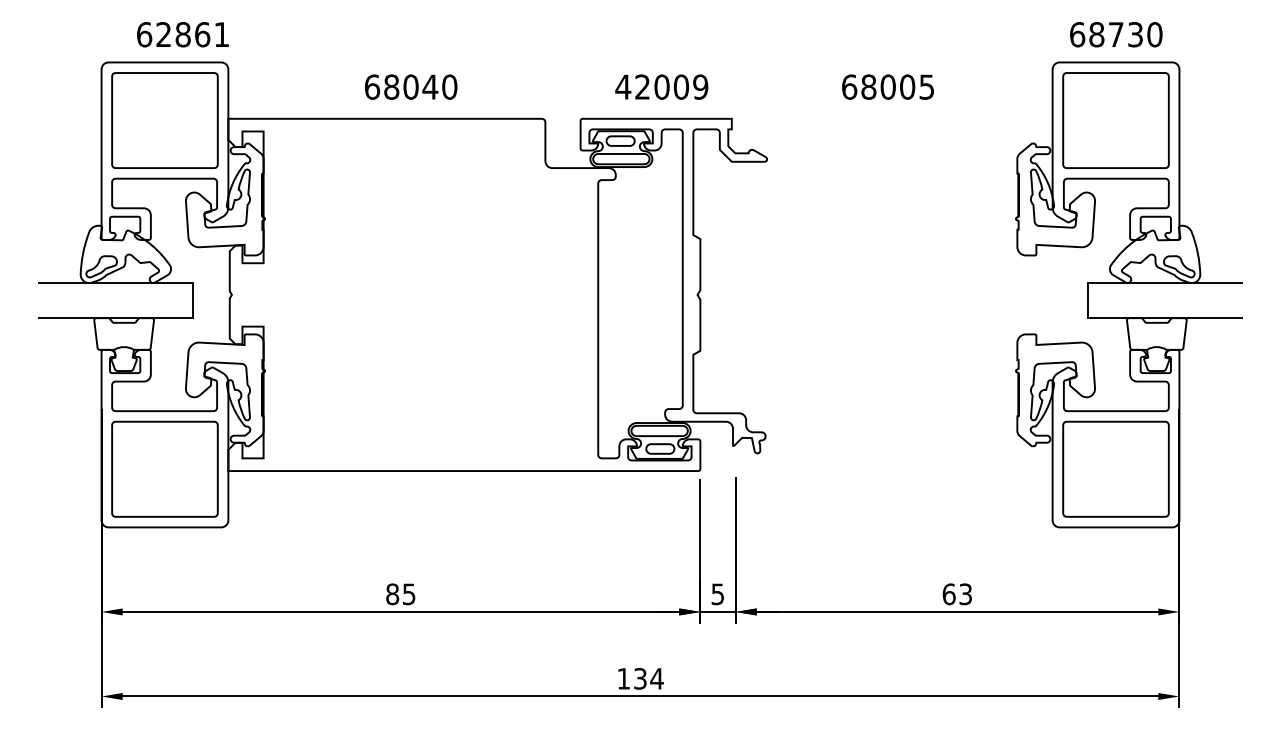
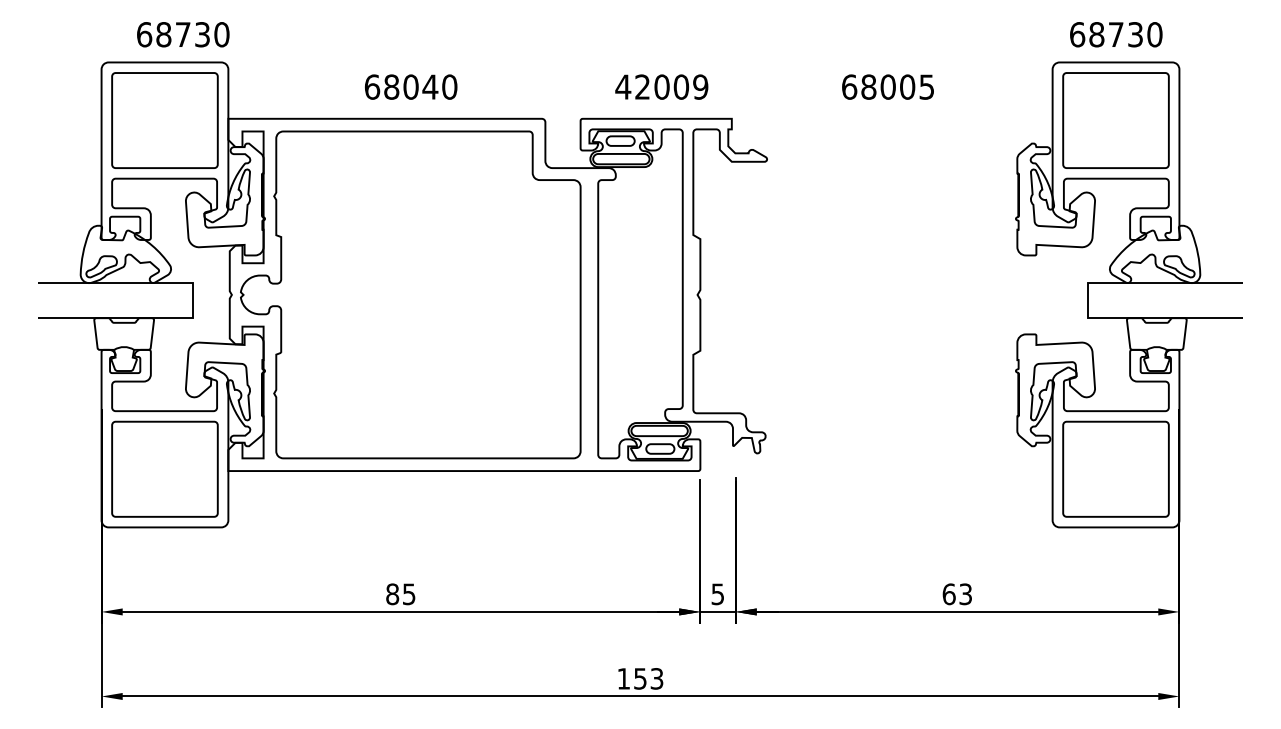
text at (192, 34): 62861 -> 68730
part at (410, 294): none -> present
text at (648, 678): 134 -> 153
